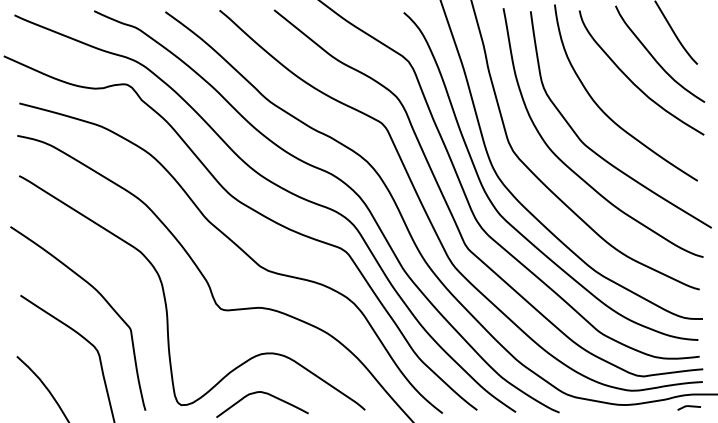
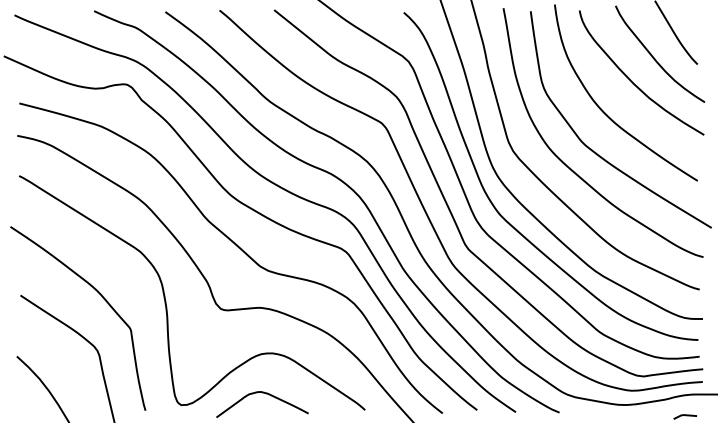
line at (688, 406) position: (688, 406) -> (684, 415)
